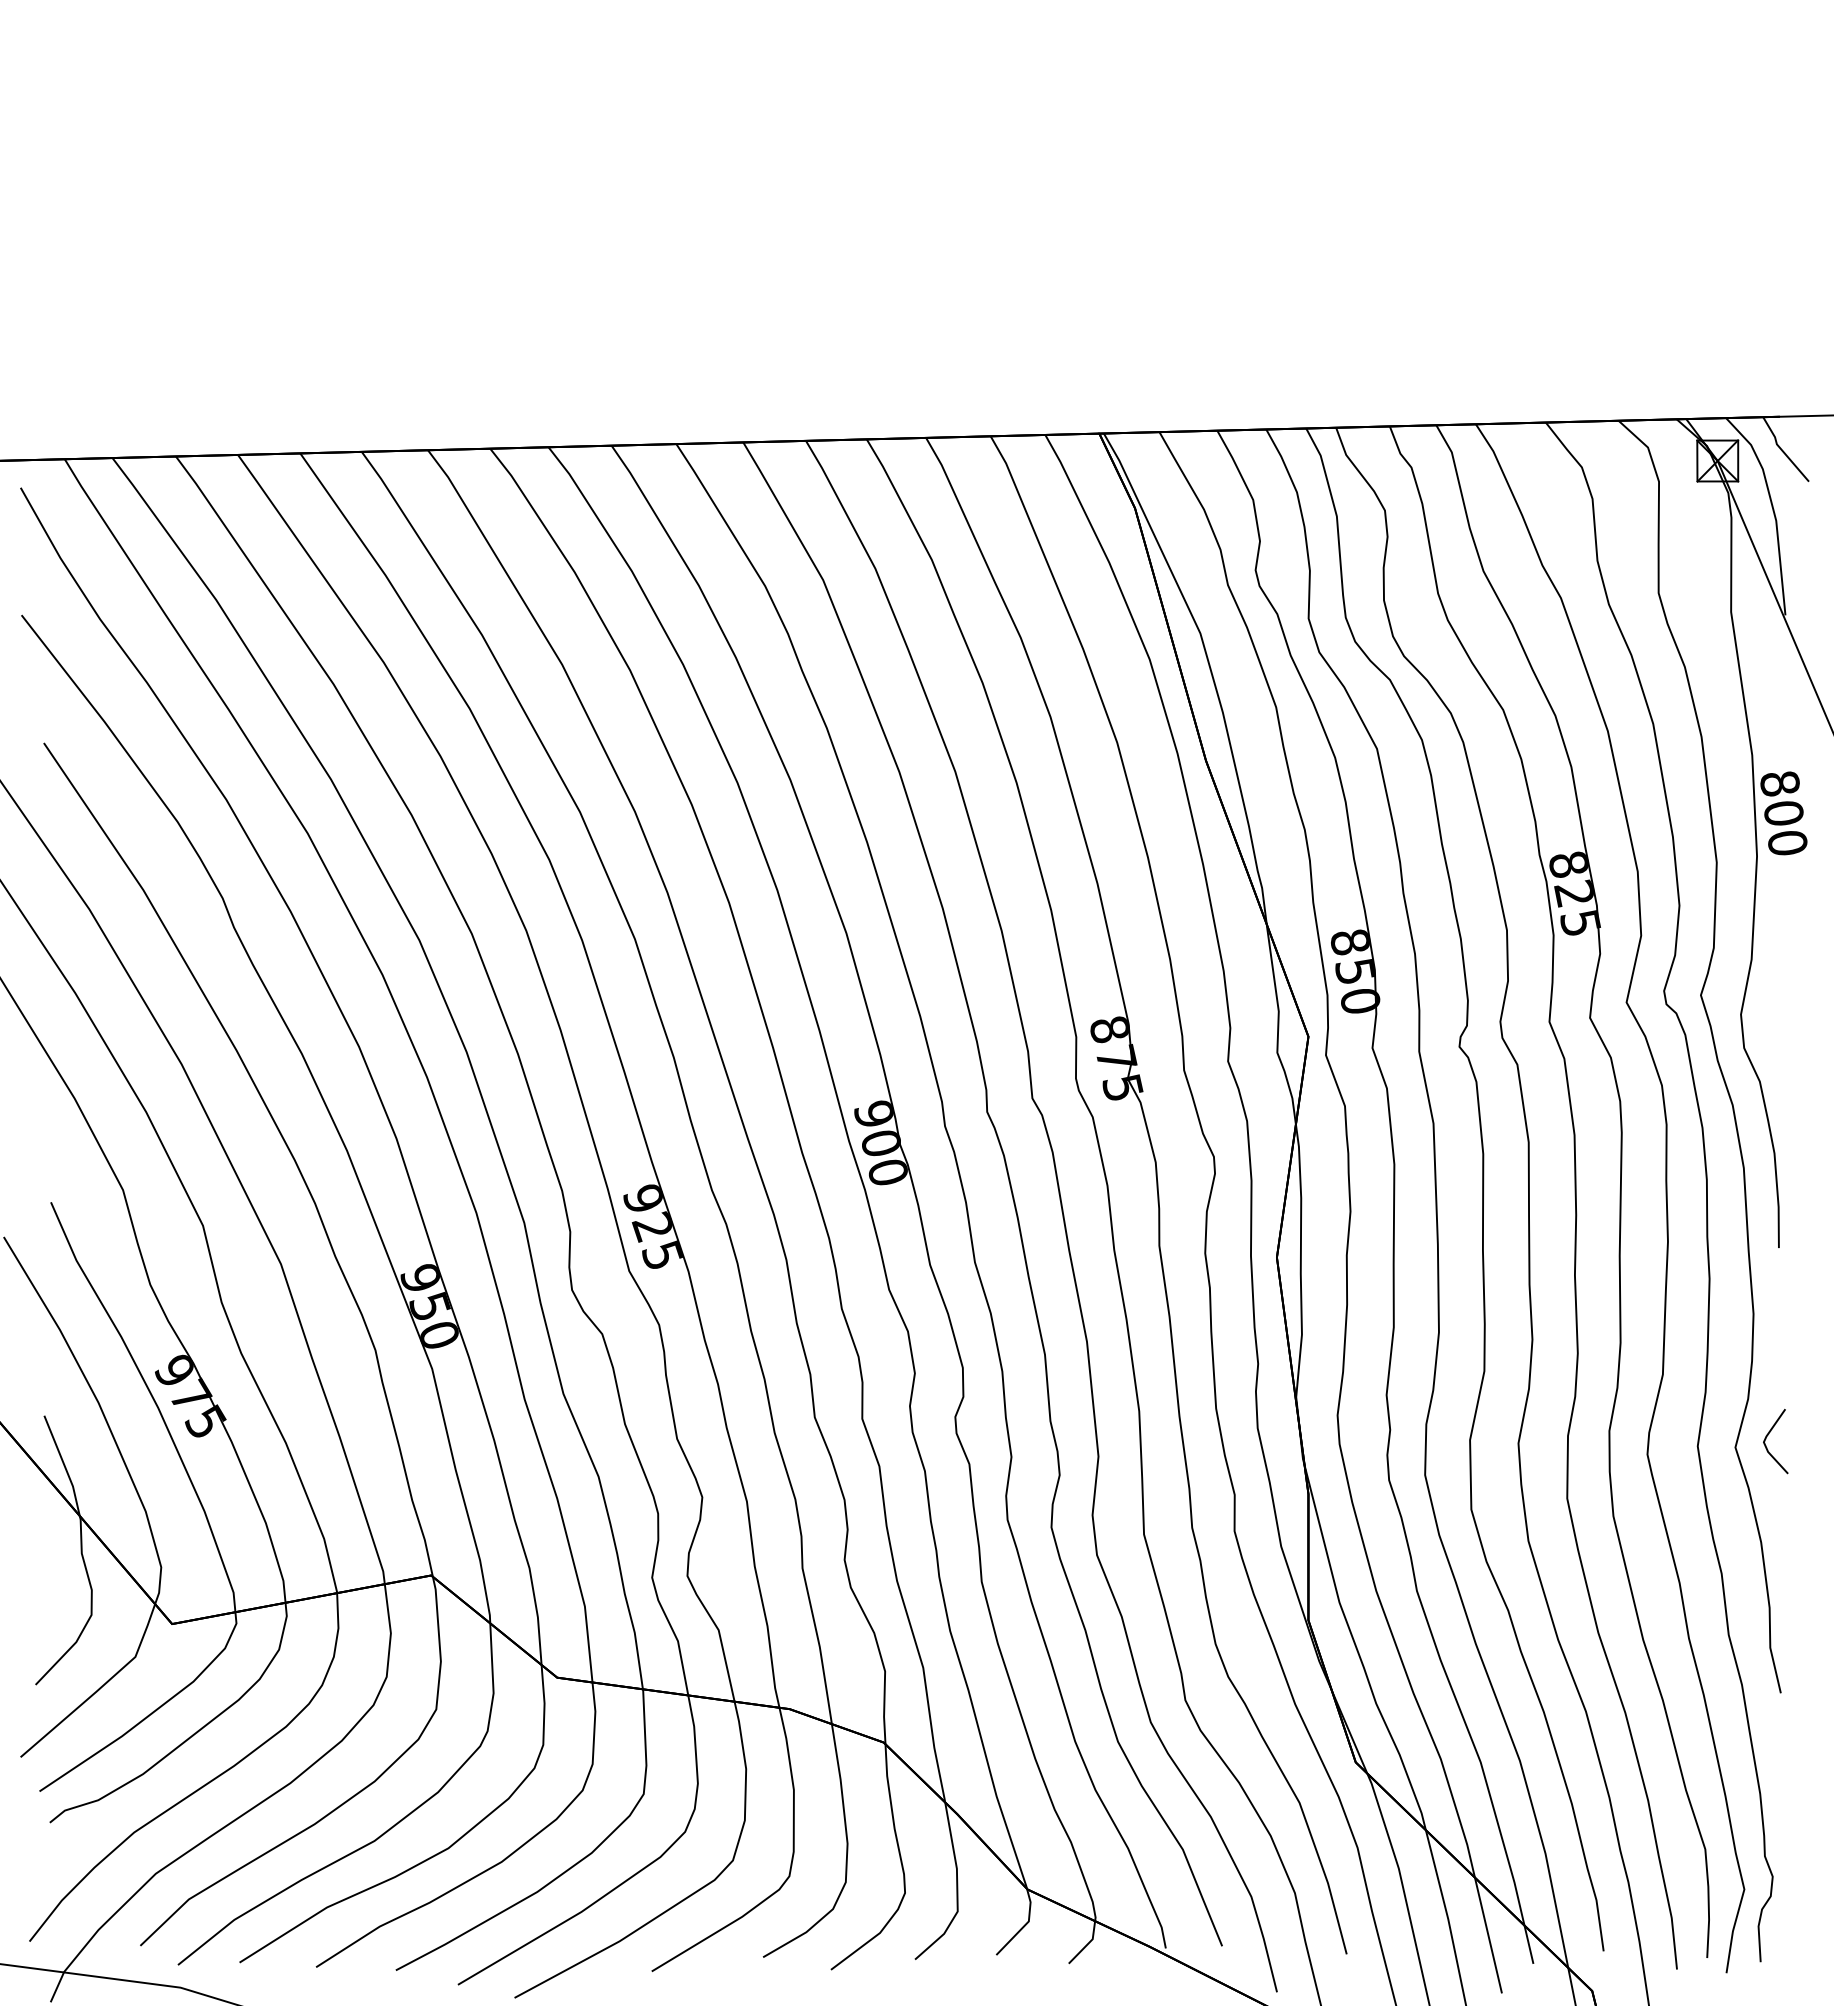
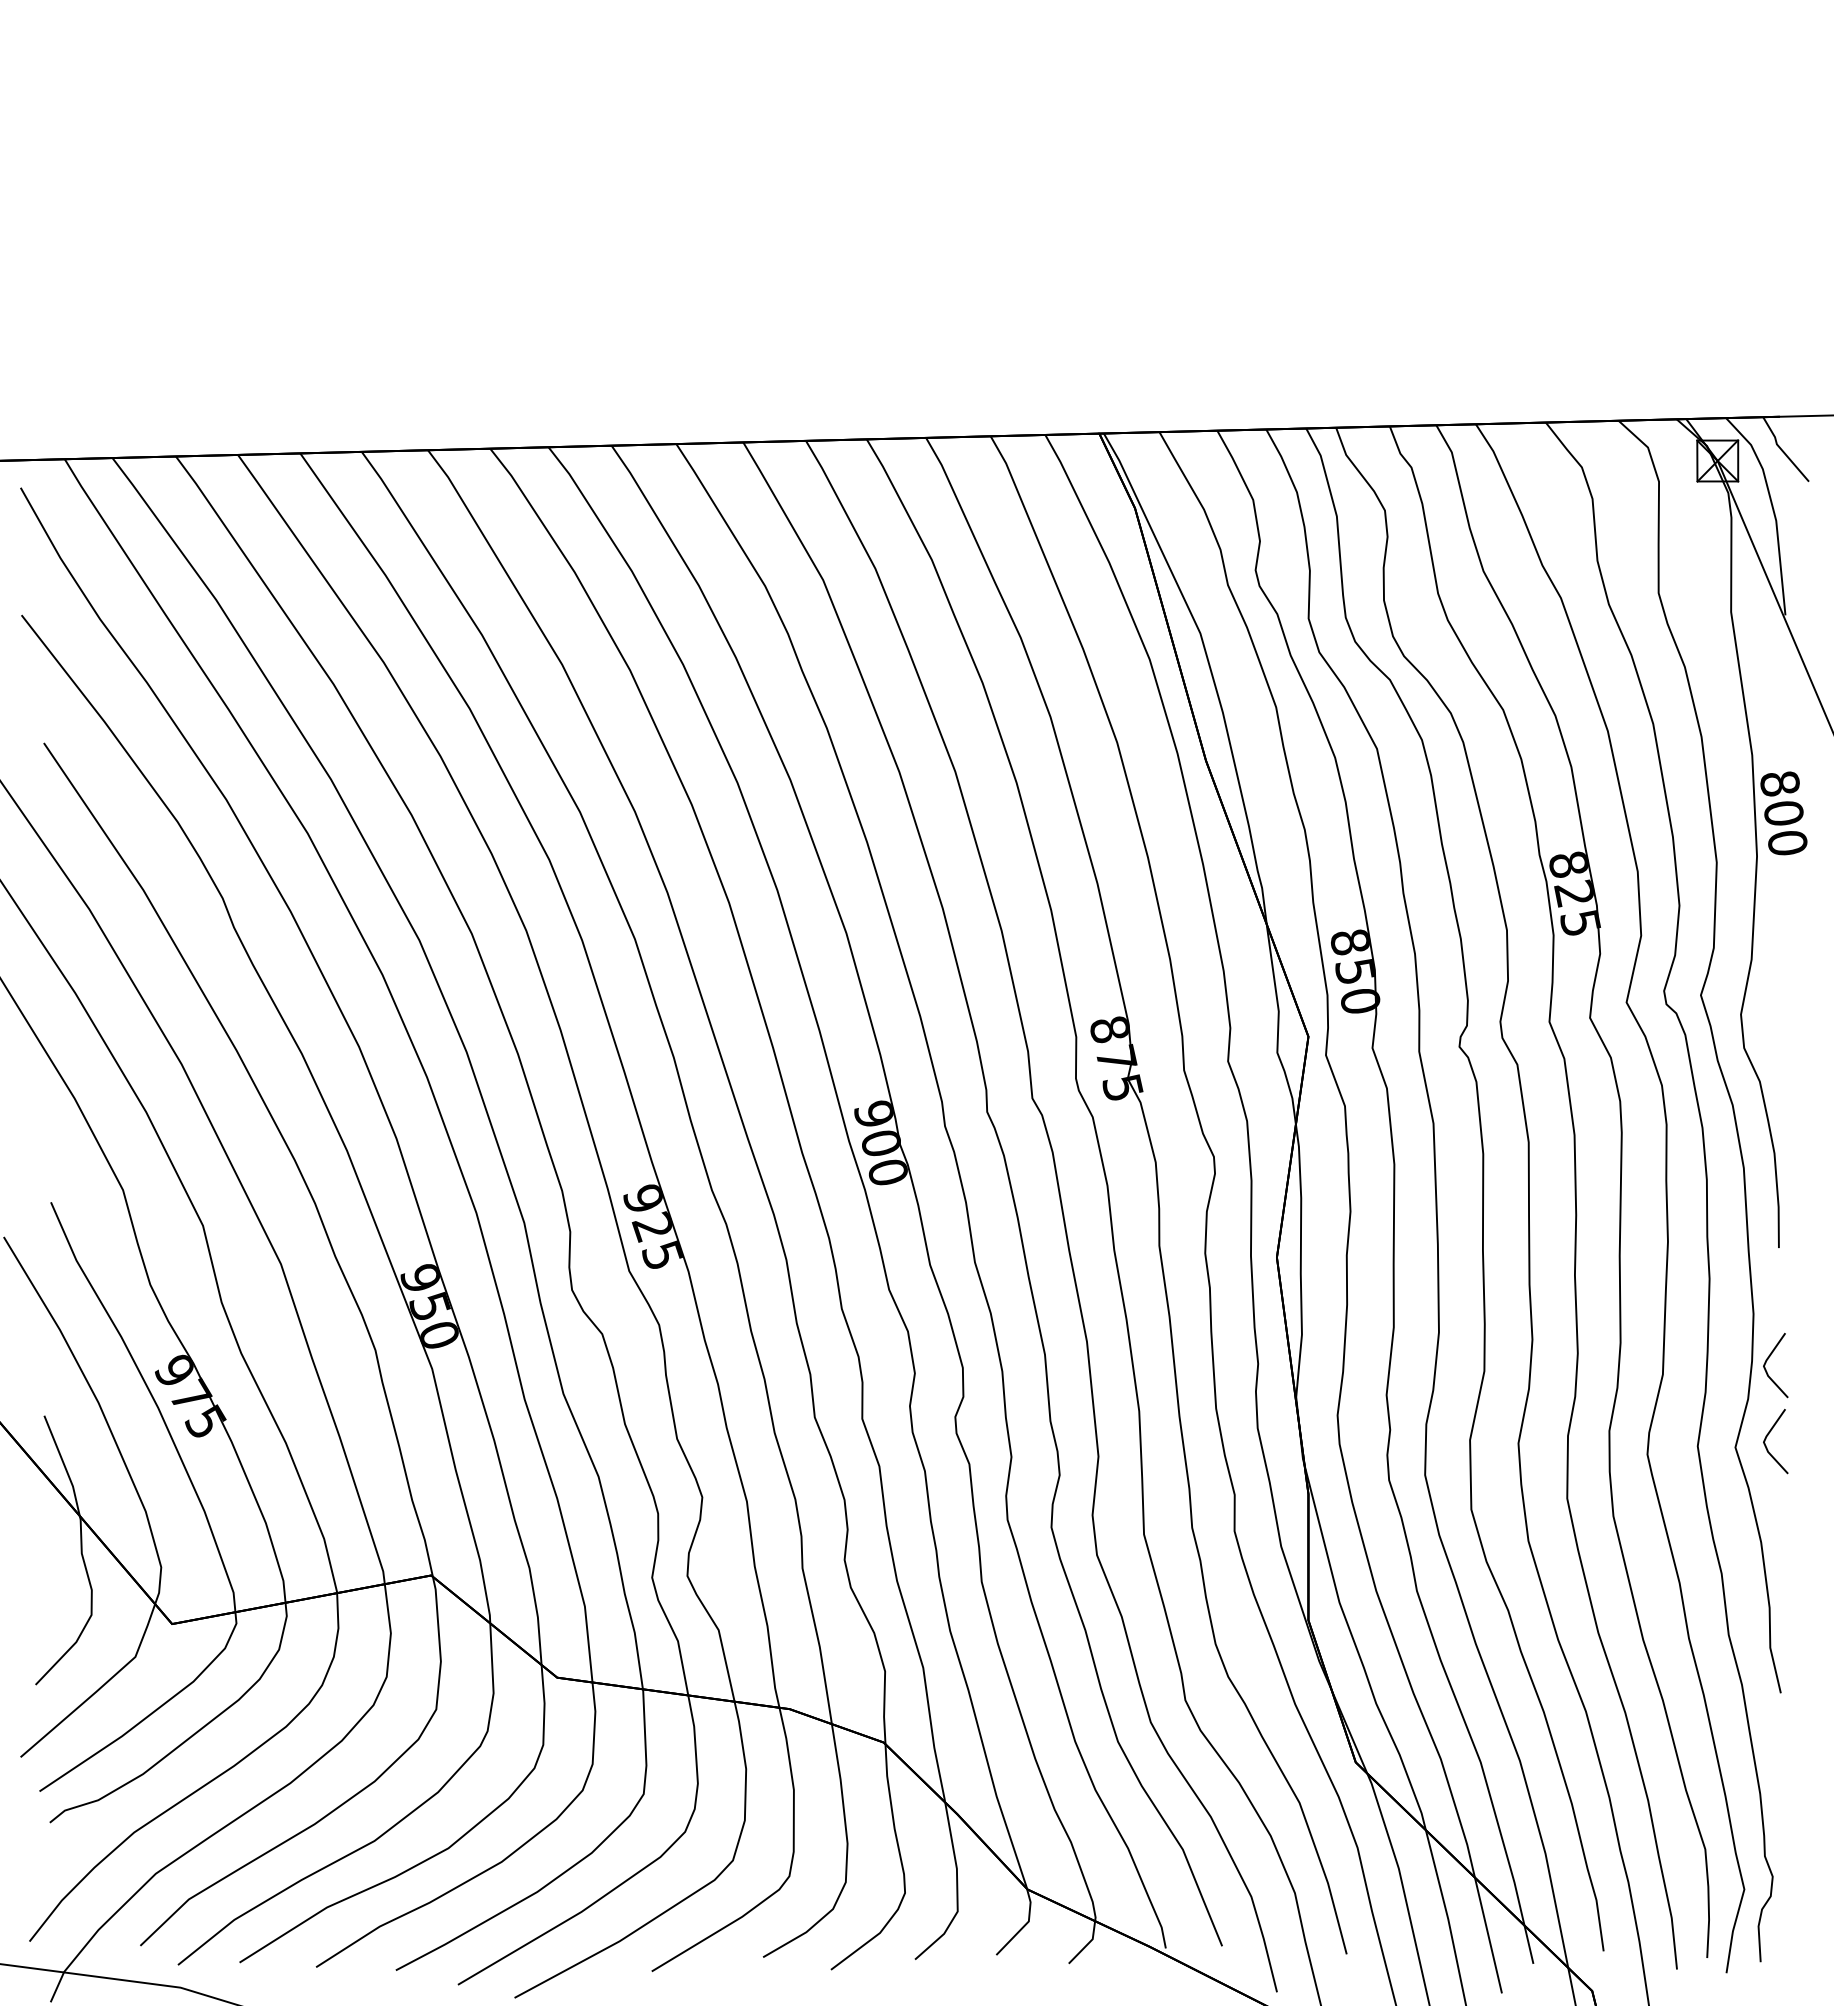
line at (1768, 1359): none -> present
